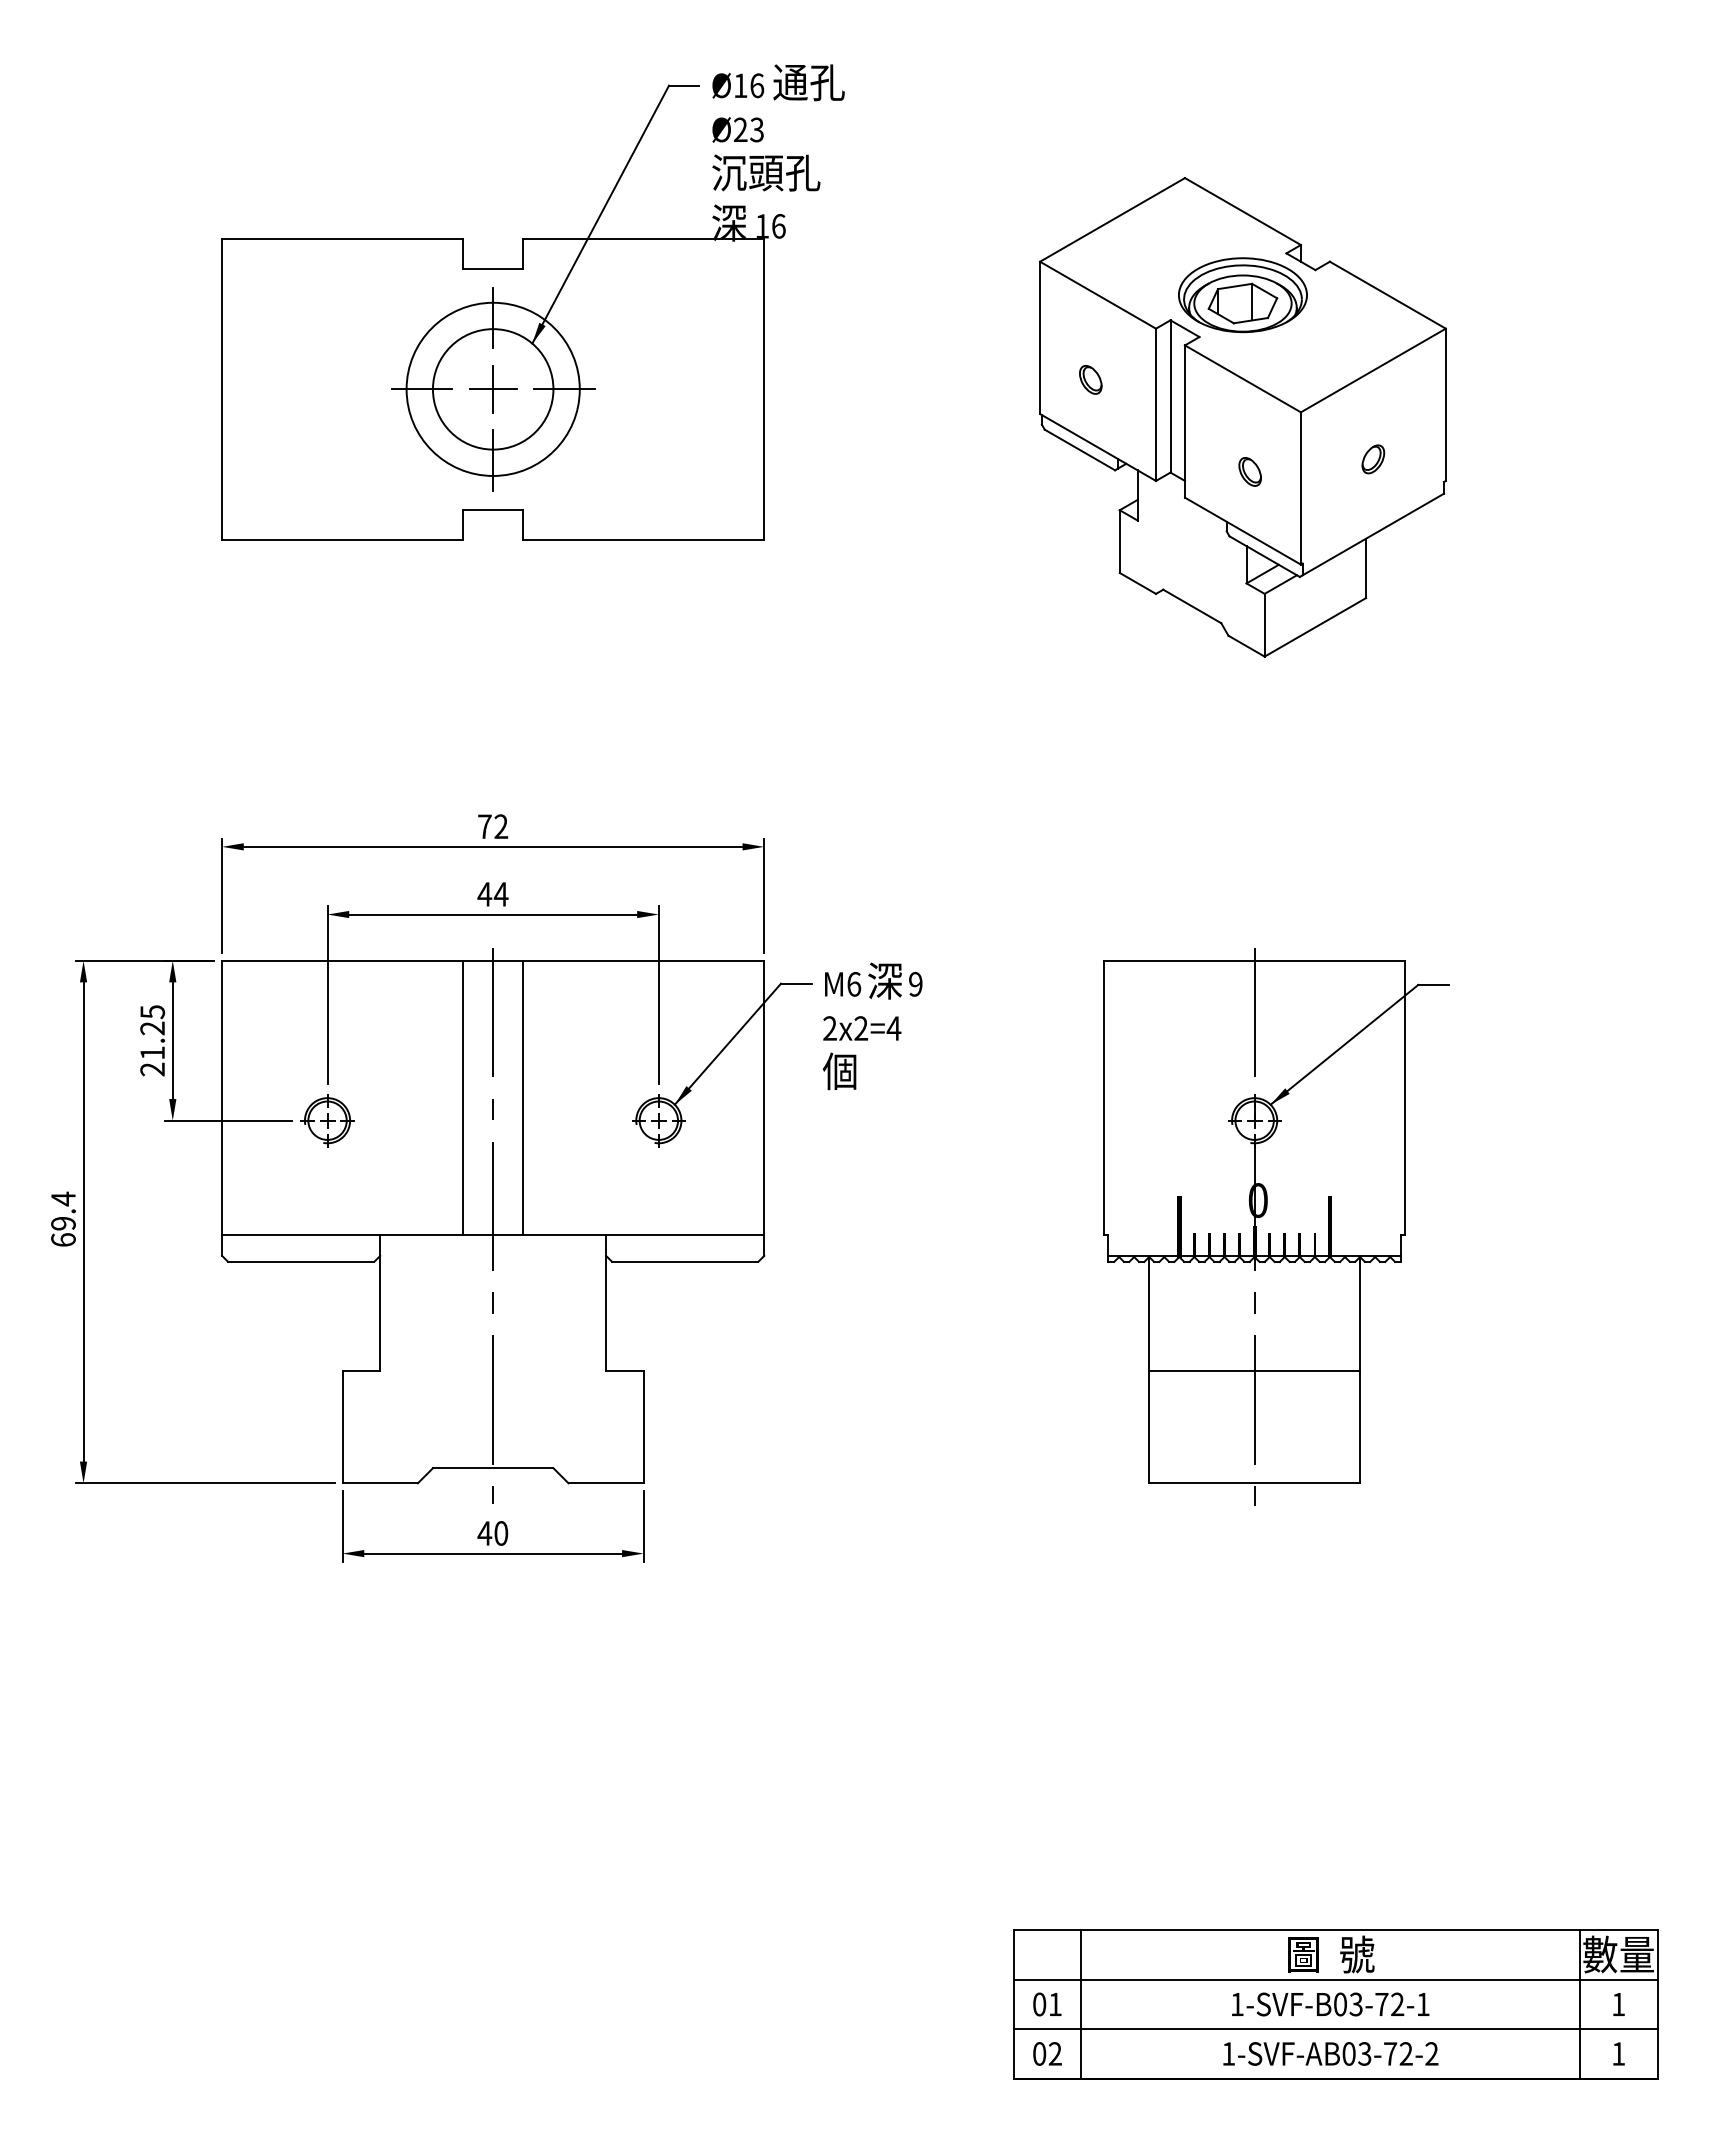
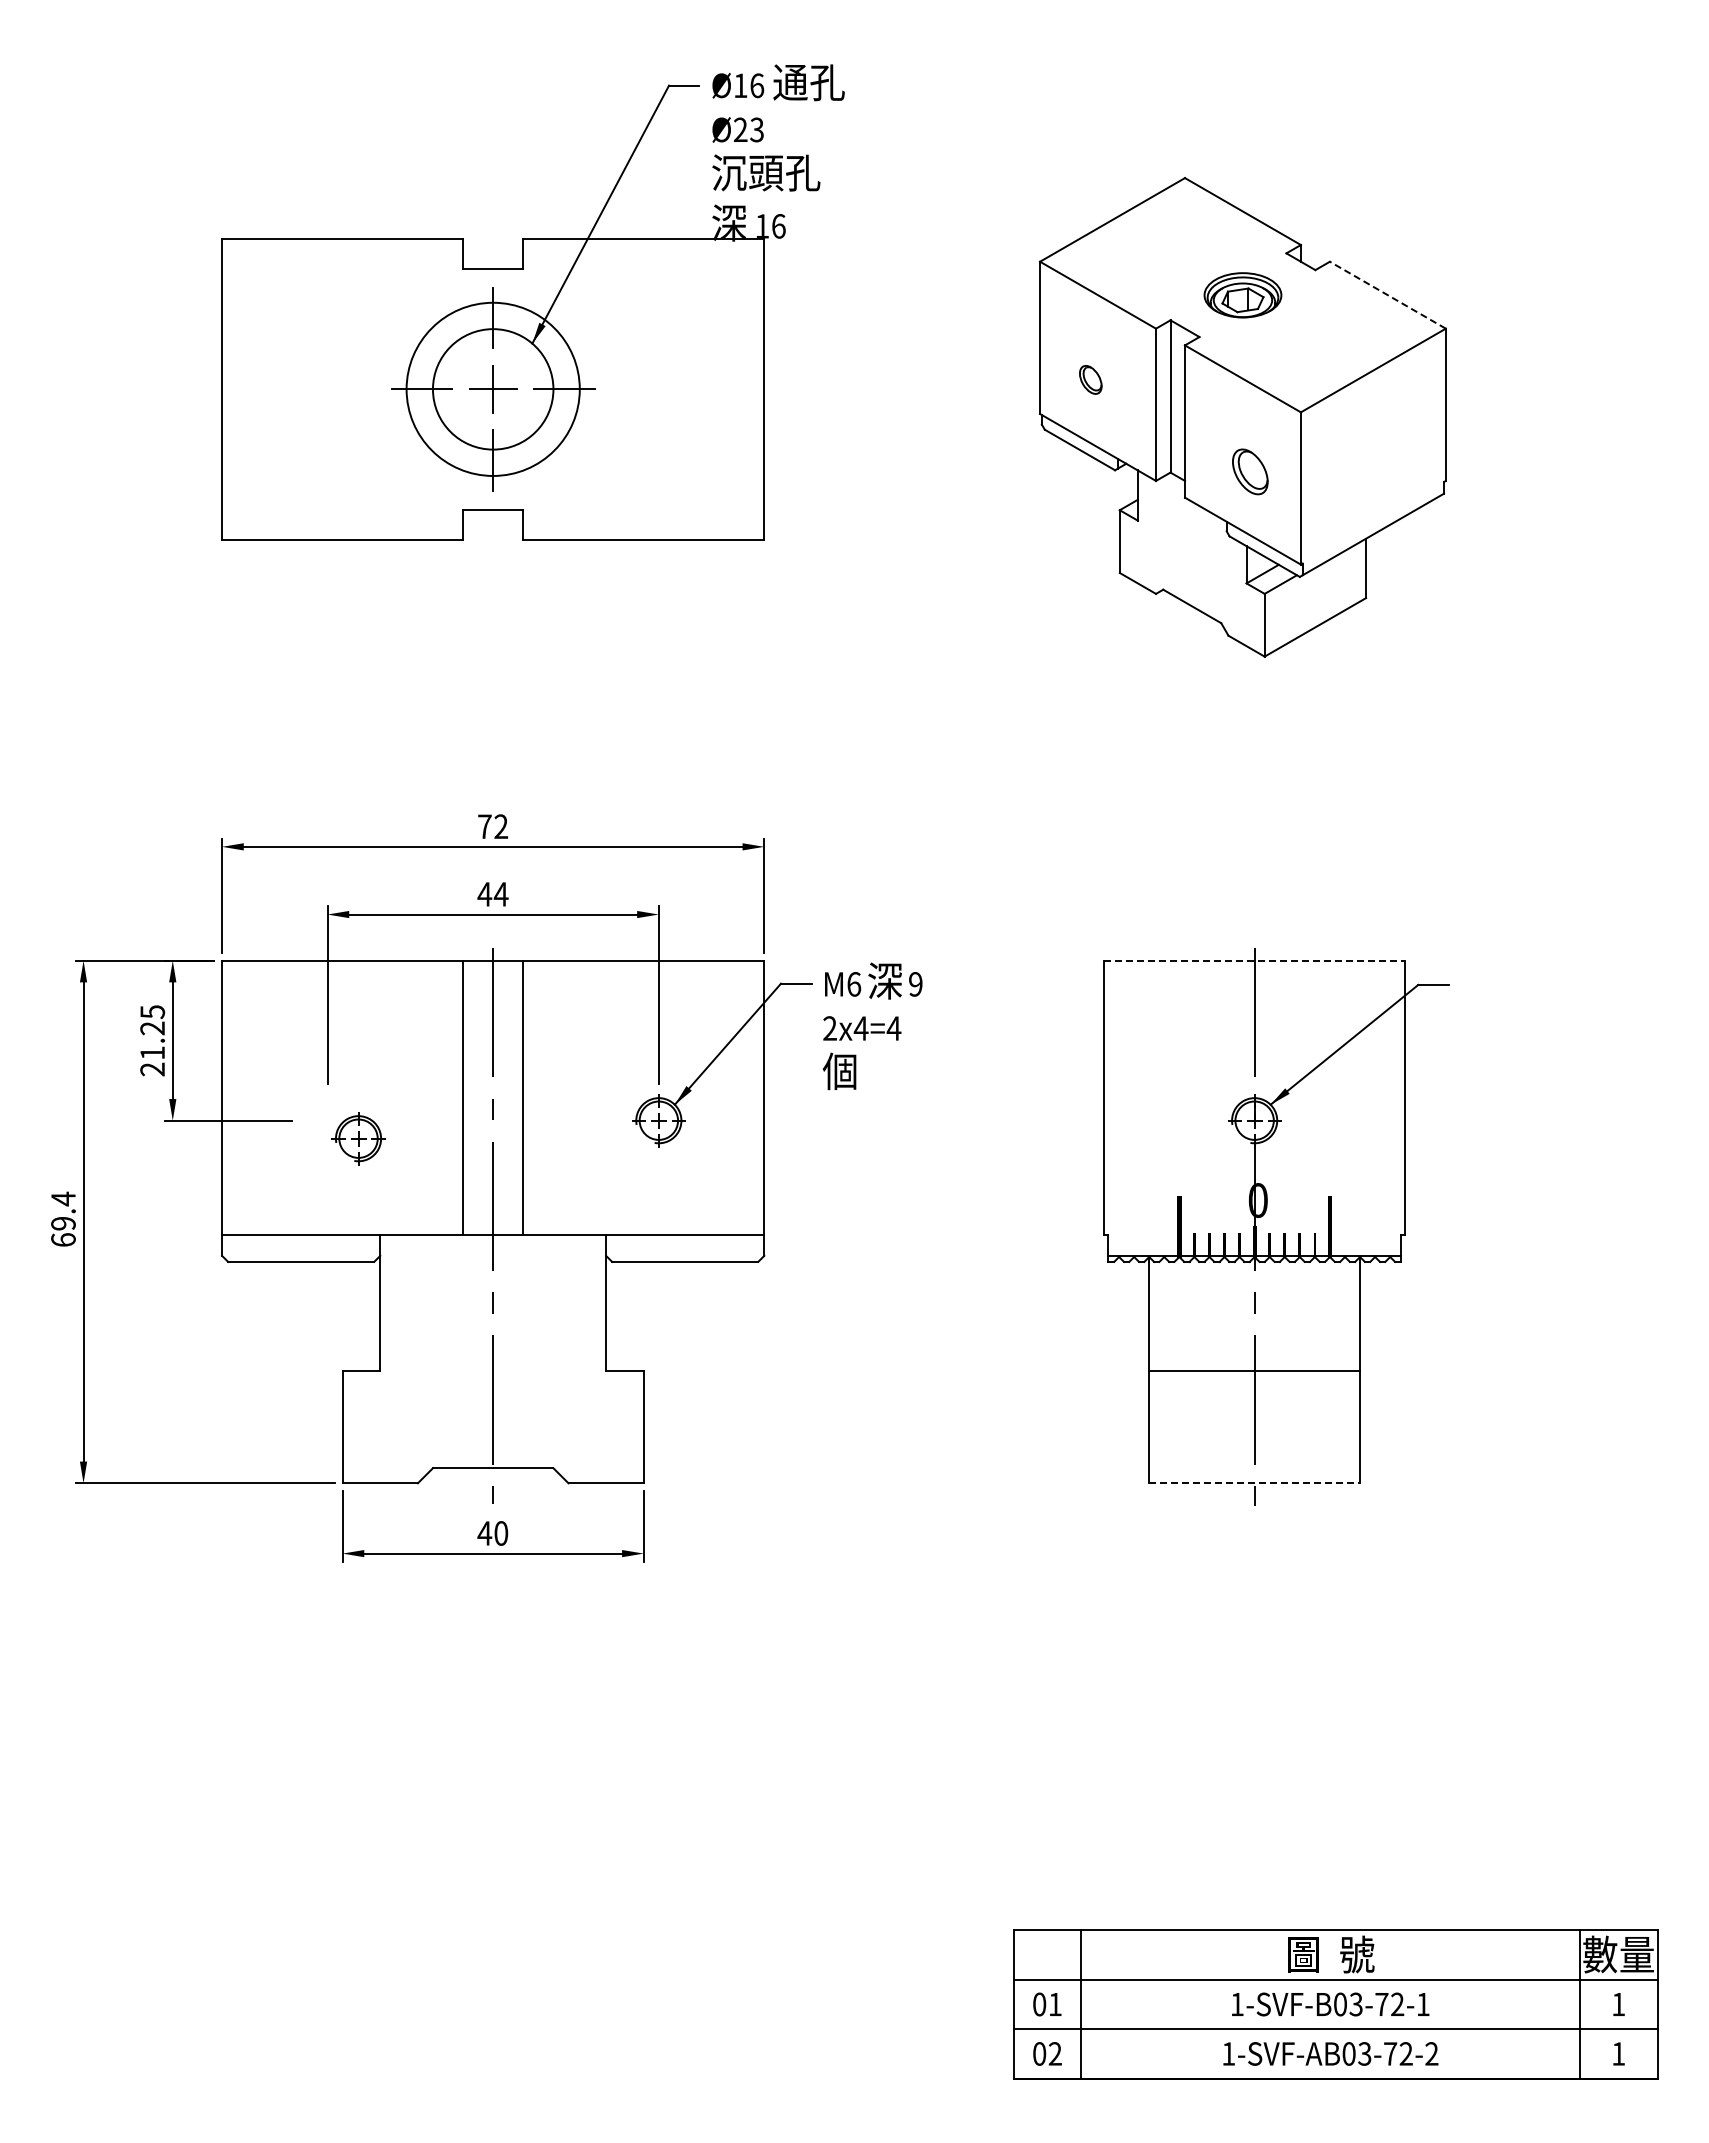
part at (1242, 295) size: 130x77 px -> 80x47 px
line at (1387, 295): solid -> dashed
part at (1373, 459): present -> none
part at (1249, 471) size: 24x30 px -> 37x48 px
line at (1254, 960): solid -> dashed
text at (860, 1028): 2x2=4 -> 2x4=4
part at (327, 1120) position: (327, 1120) -> (358, 1138)
line at (1255, 1483): solid -> dashed
